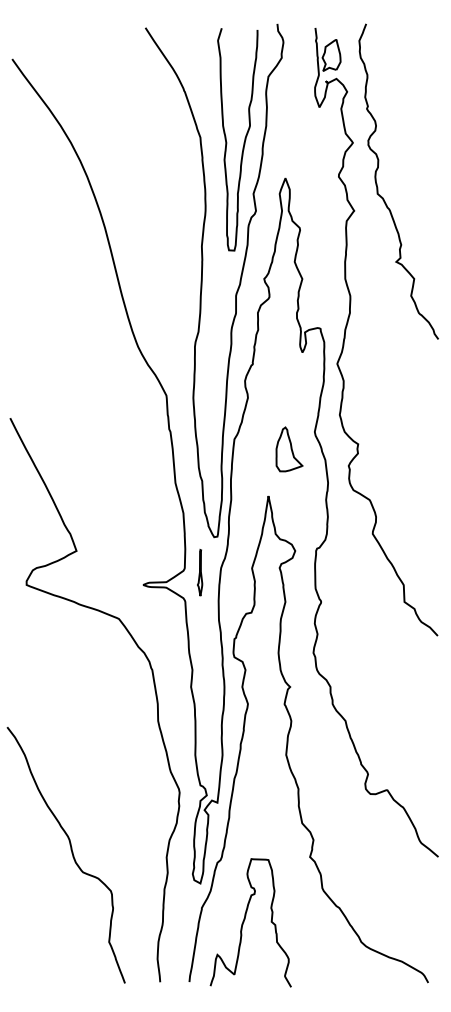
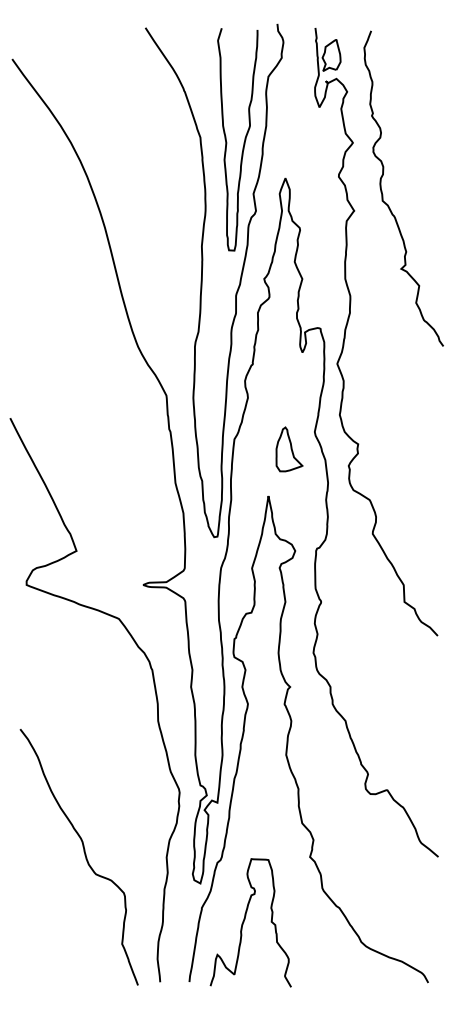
curve at (378, 187) position: (378, 187) -> (383, 194)
part at (200, 572): present -> none
curve at (71, 853) position: (71, 853) -> (84, 855)
